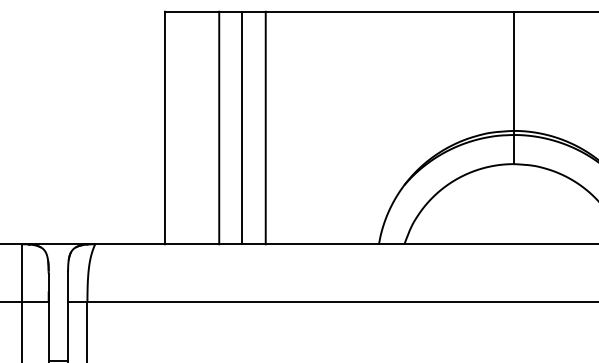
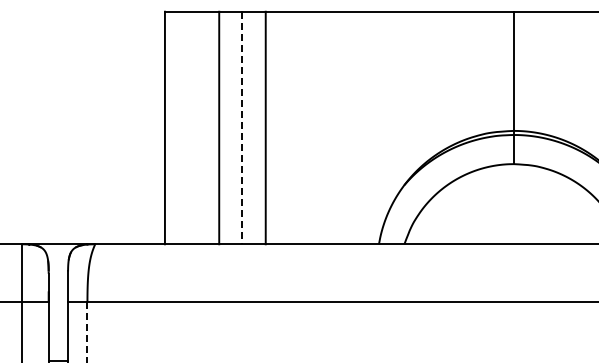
line at (242, 128): solid -> dashed
line at (87, 332): solid -> dashed
